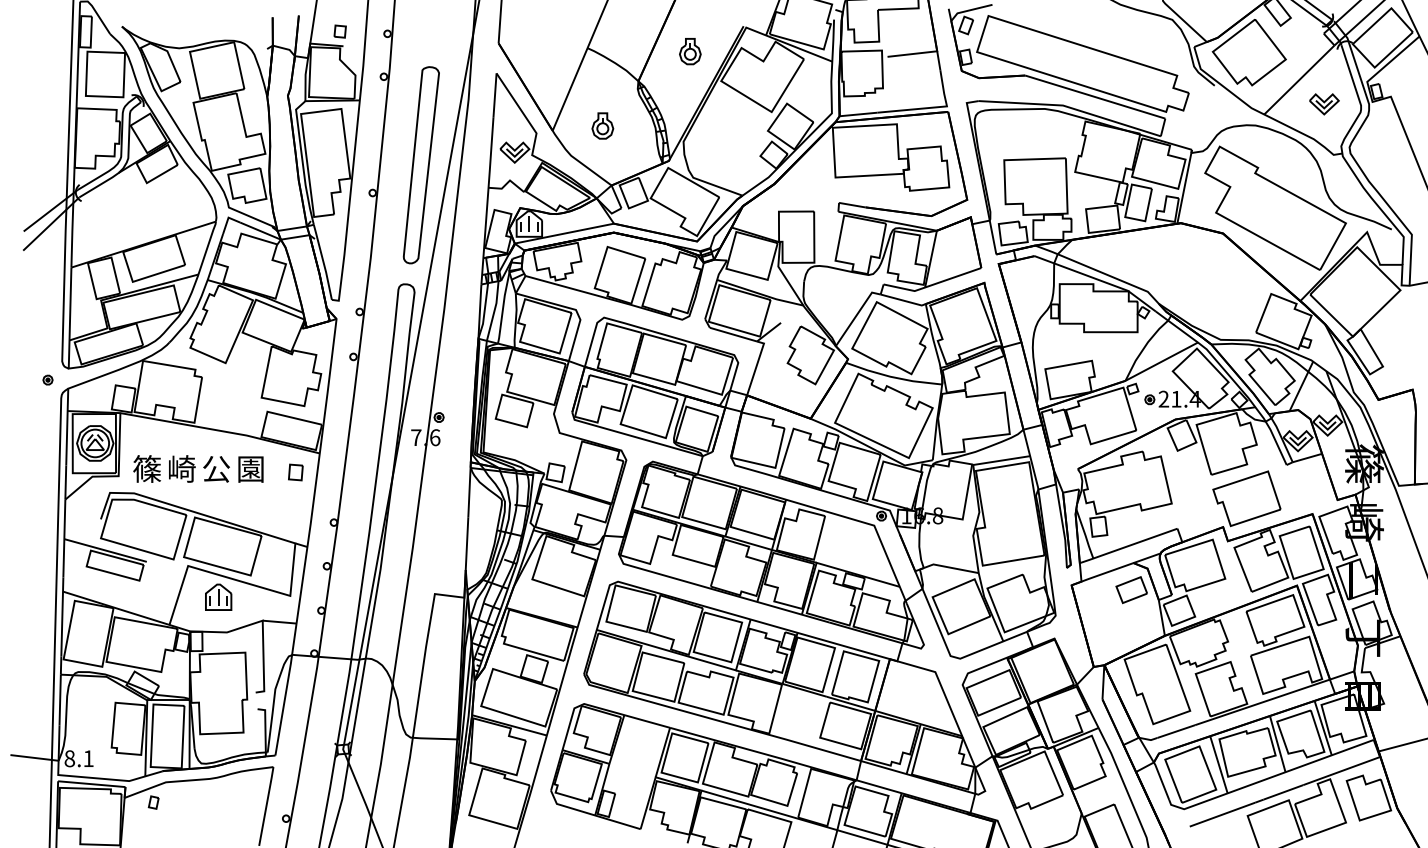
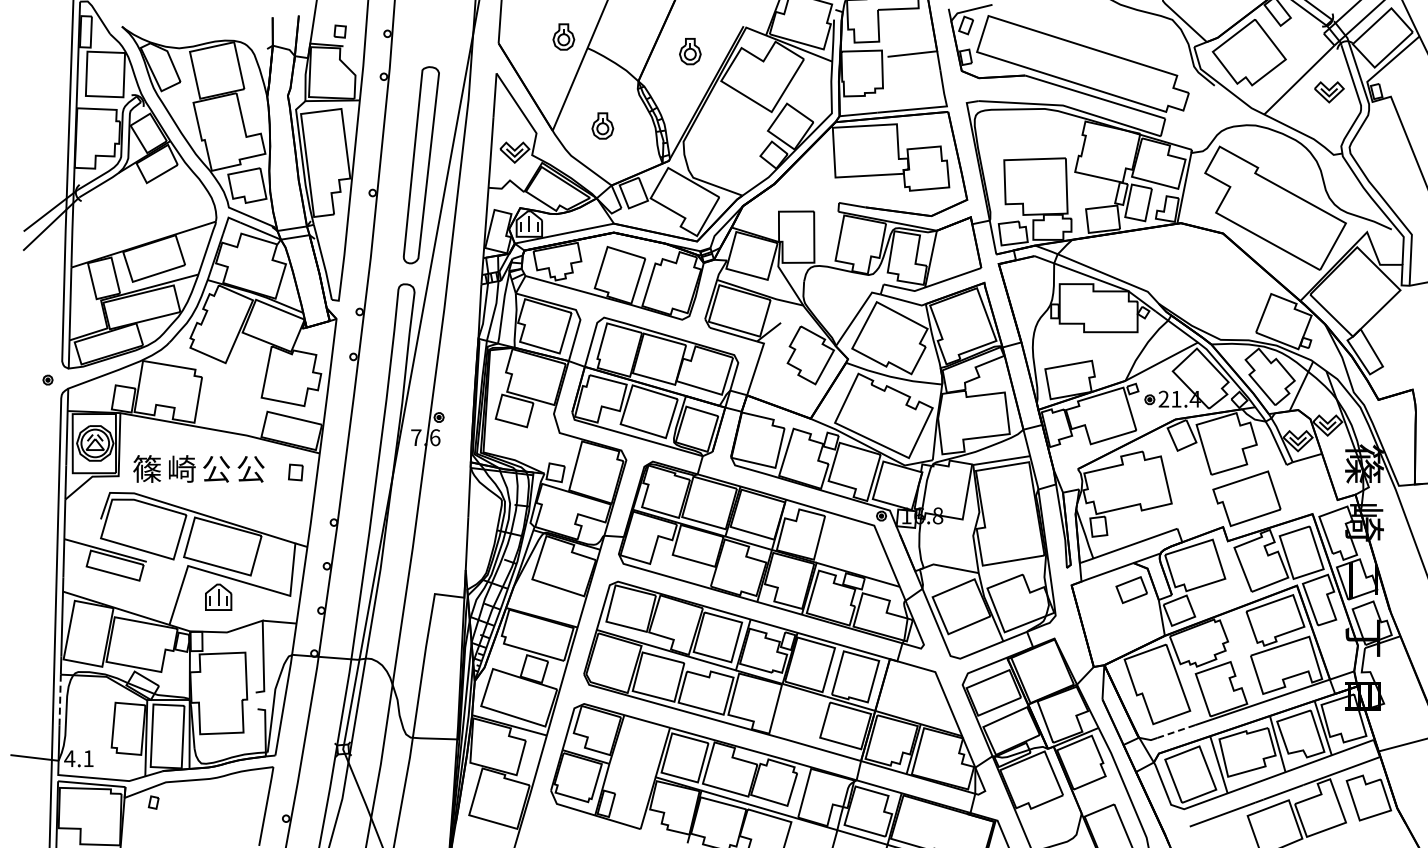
part at (563, 36): none -> present
part at (1324, 104) position: (1324, 104) -> (1329, 92)
text at (250, 469): 園 -> 公
line at (60, 699): solid -> dashed
line at (1176, 731): solid -> dashed
text at (69, 758): 8.1 -> 4.1
